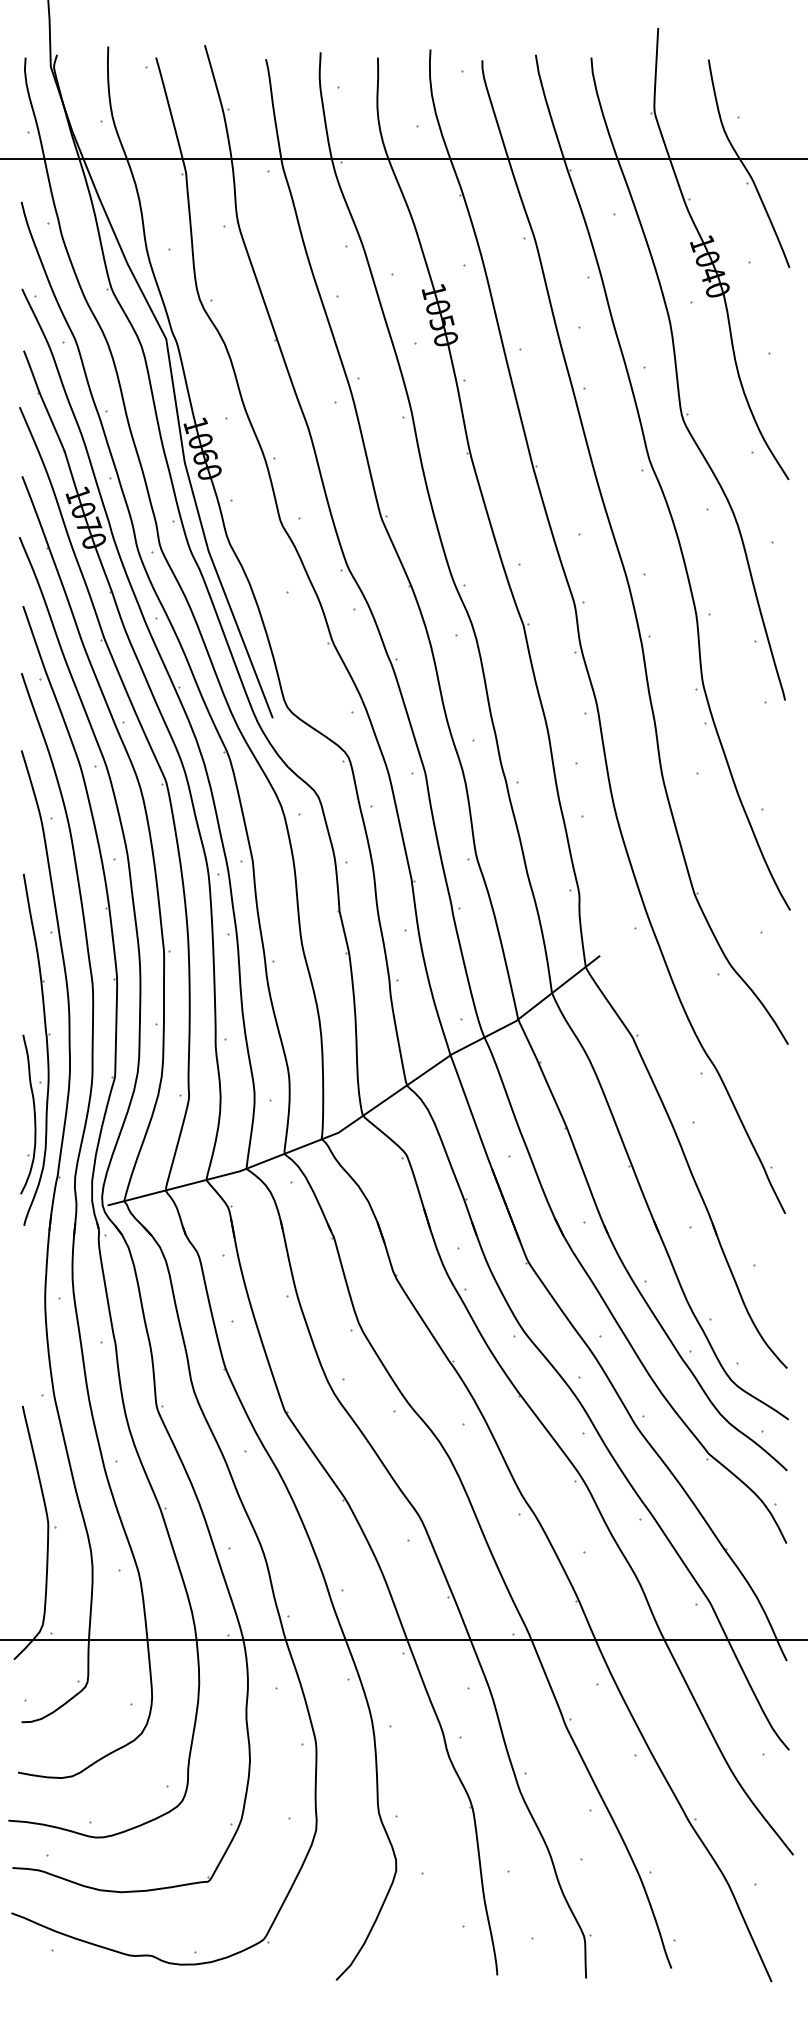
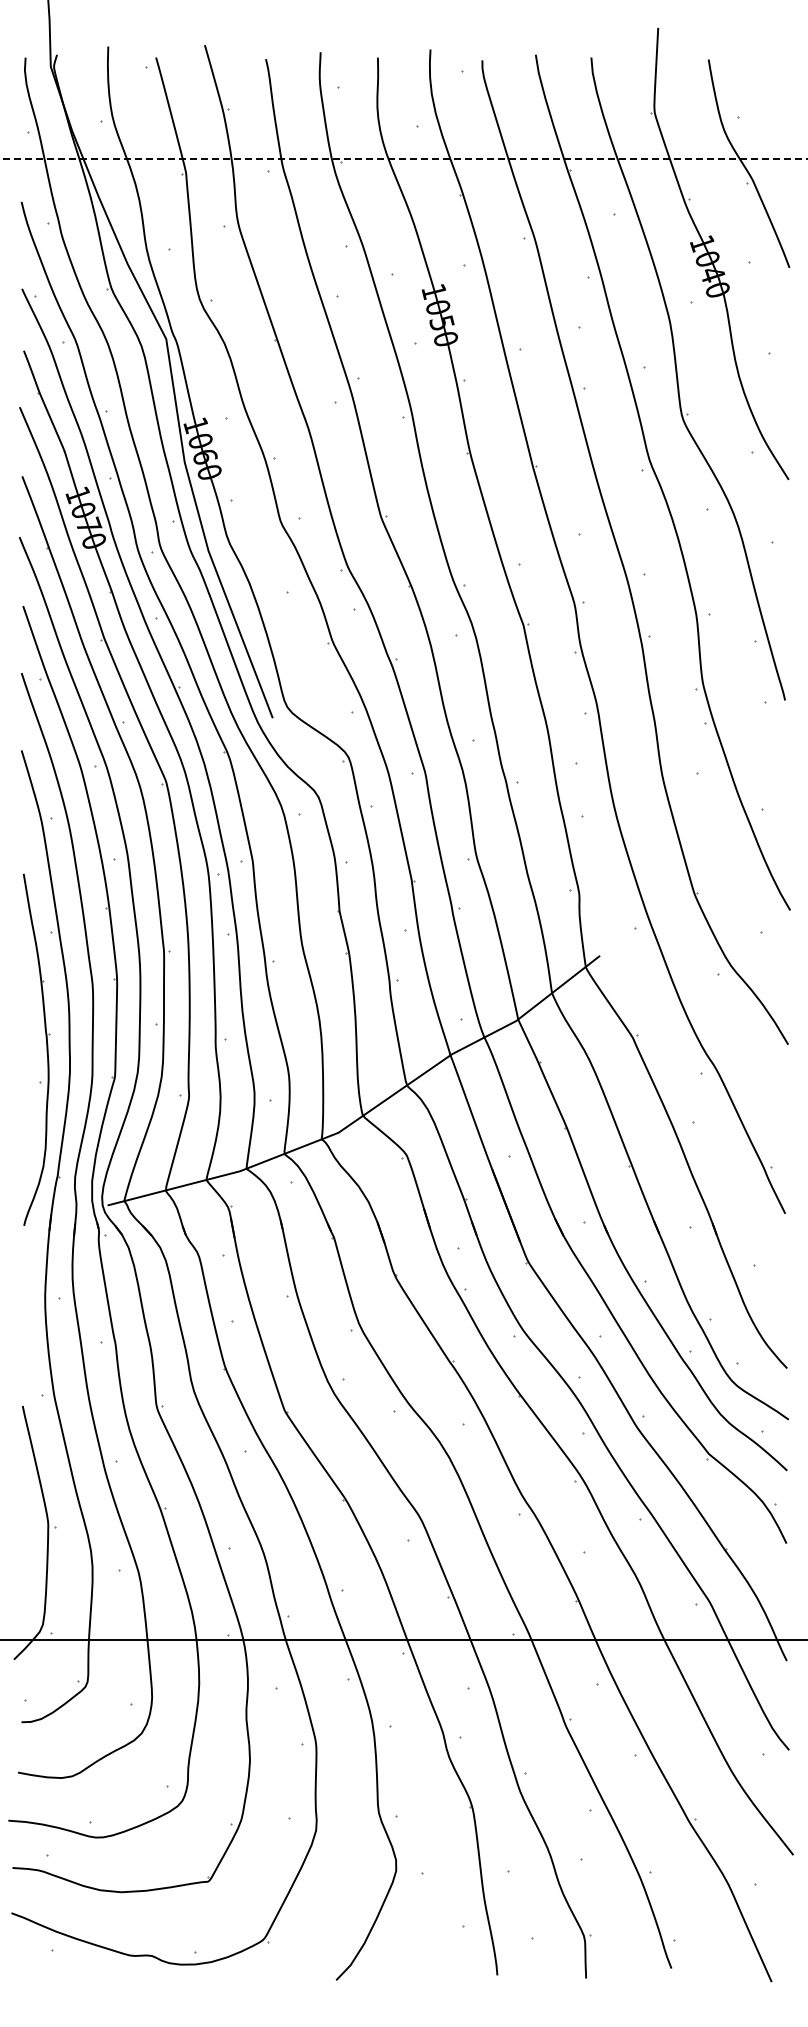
line at (403, 158): solid -> dashed
part at (28, 1114): present -> none
